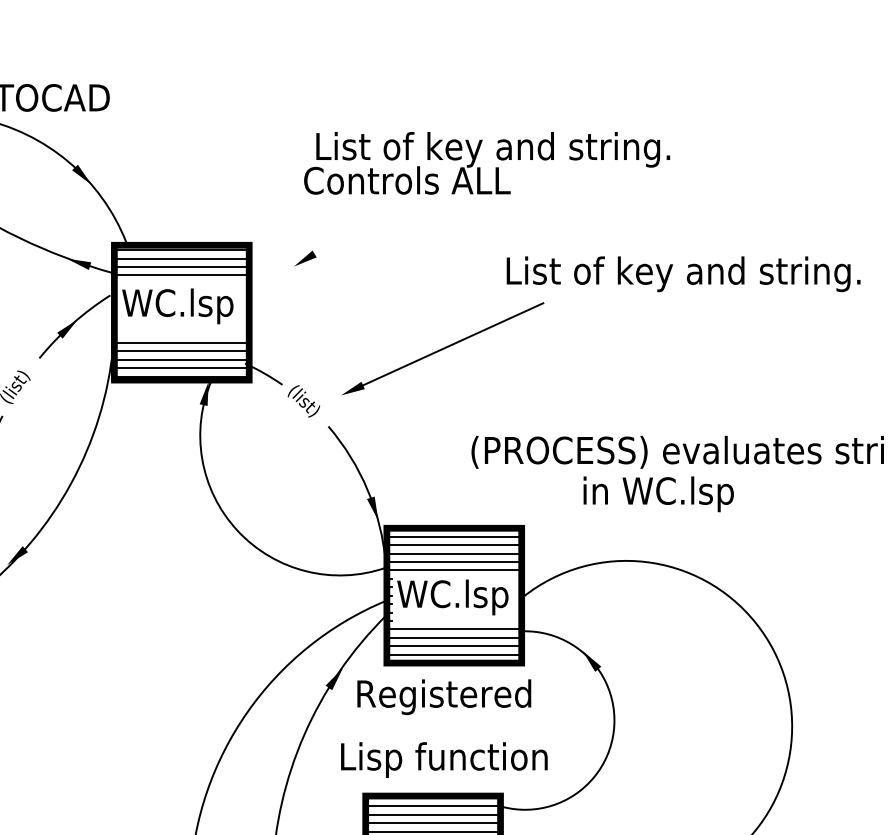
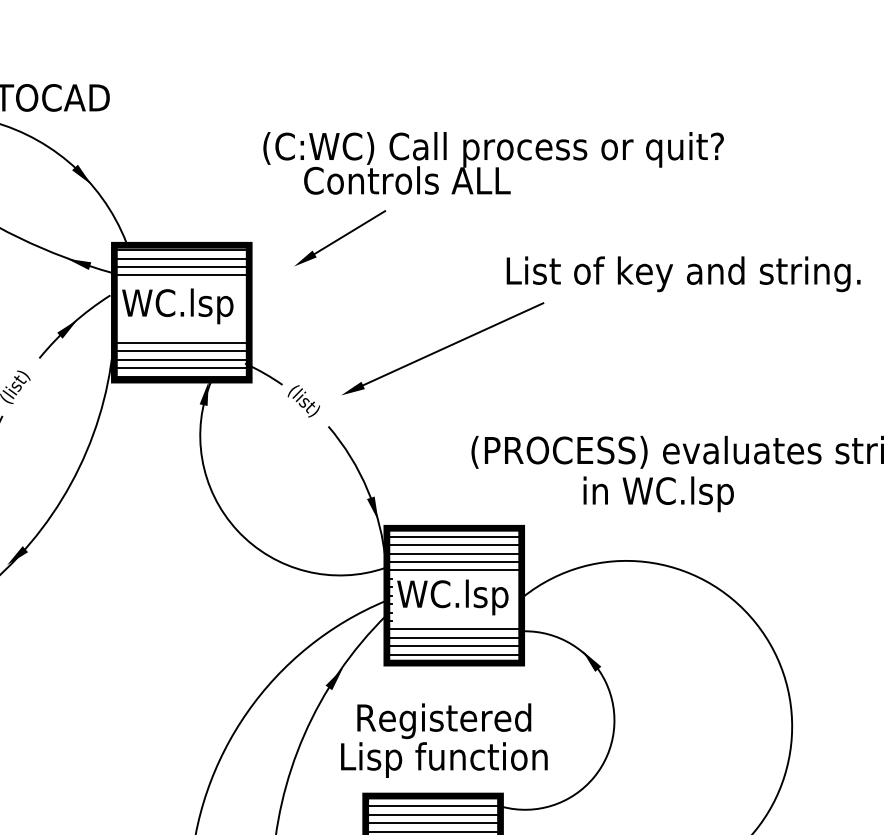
text at (493, 149): List of key and string. -> (C:WC) Call process or quit?
line at (349, 232): none -> present
text at (444, 697) position: (444, 697) -> (444, 721)
